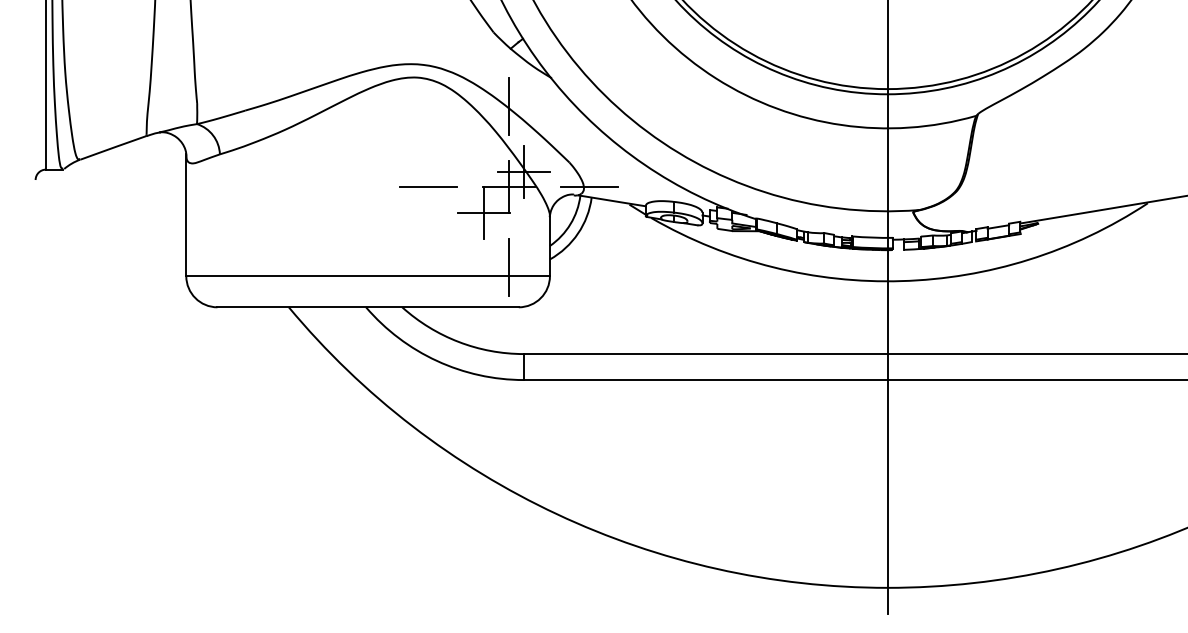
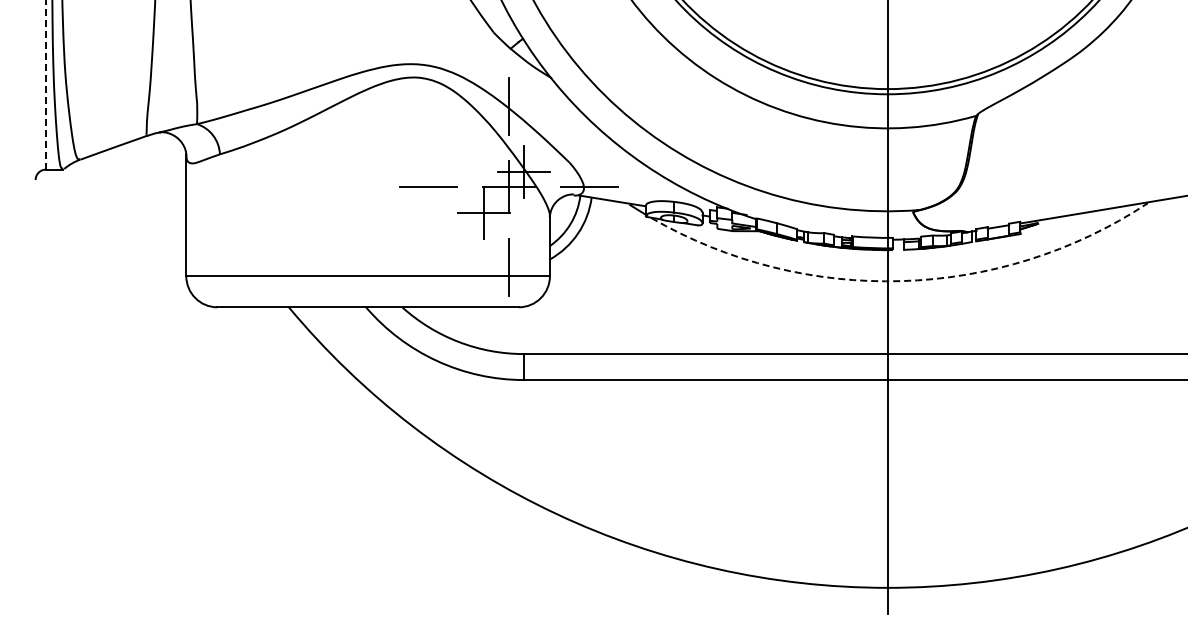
line at (46, 85): solid -> dashed
arc at (901, 281): solid -> dashed
